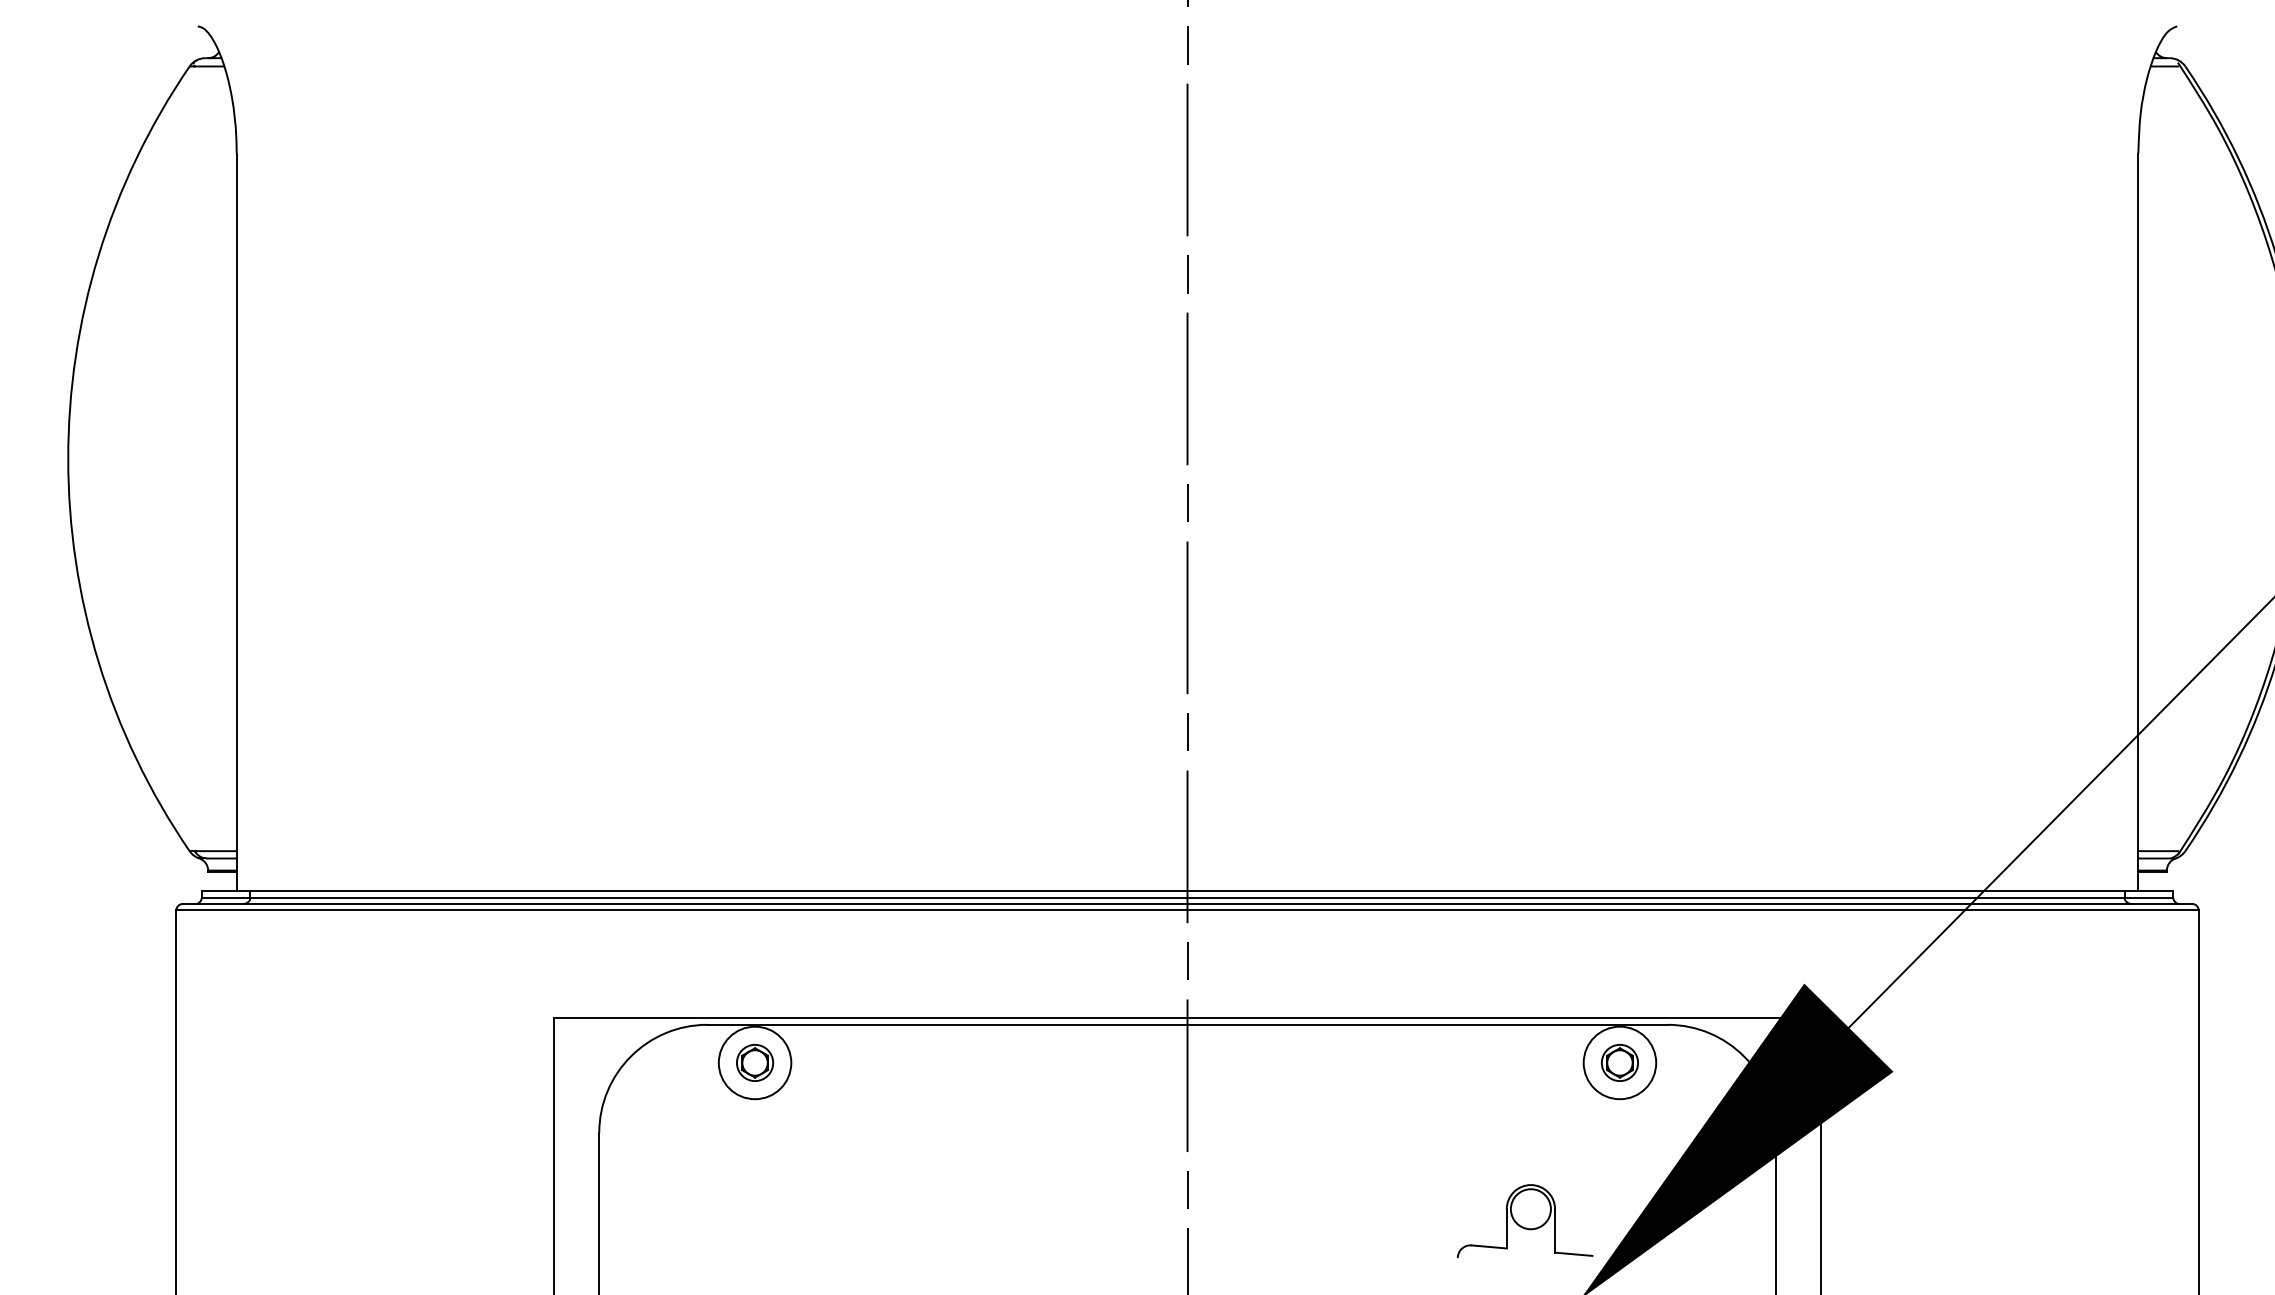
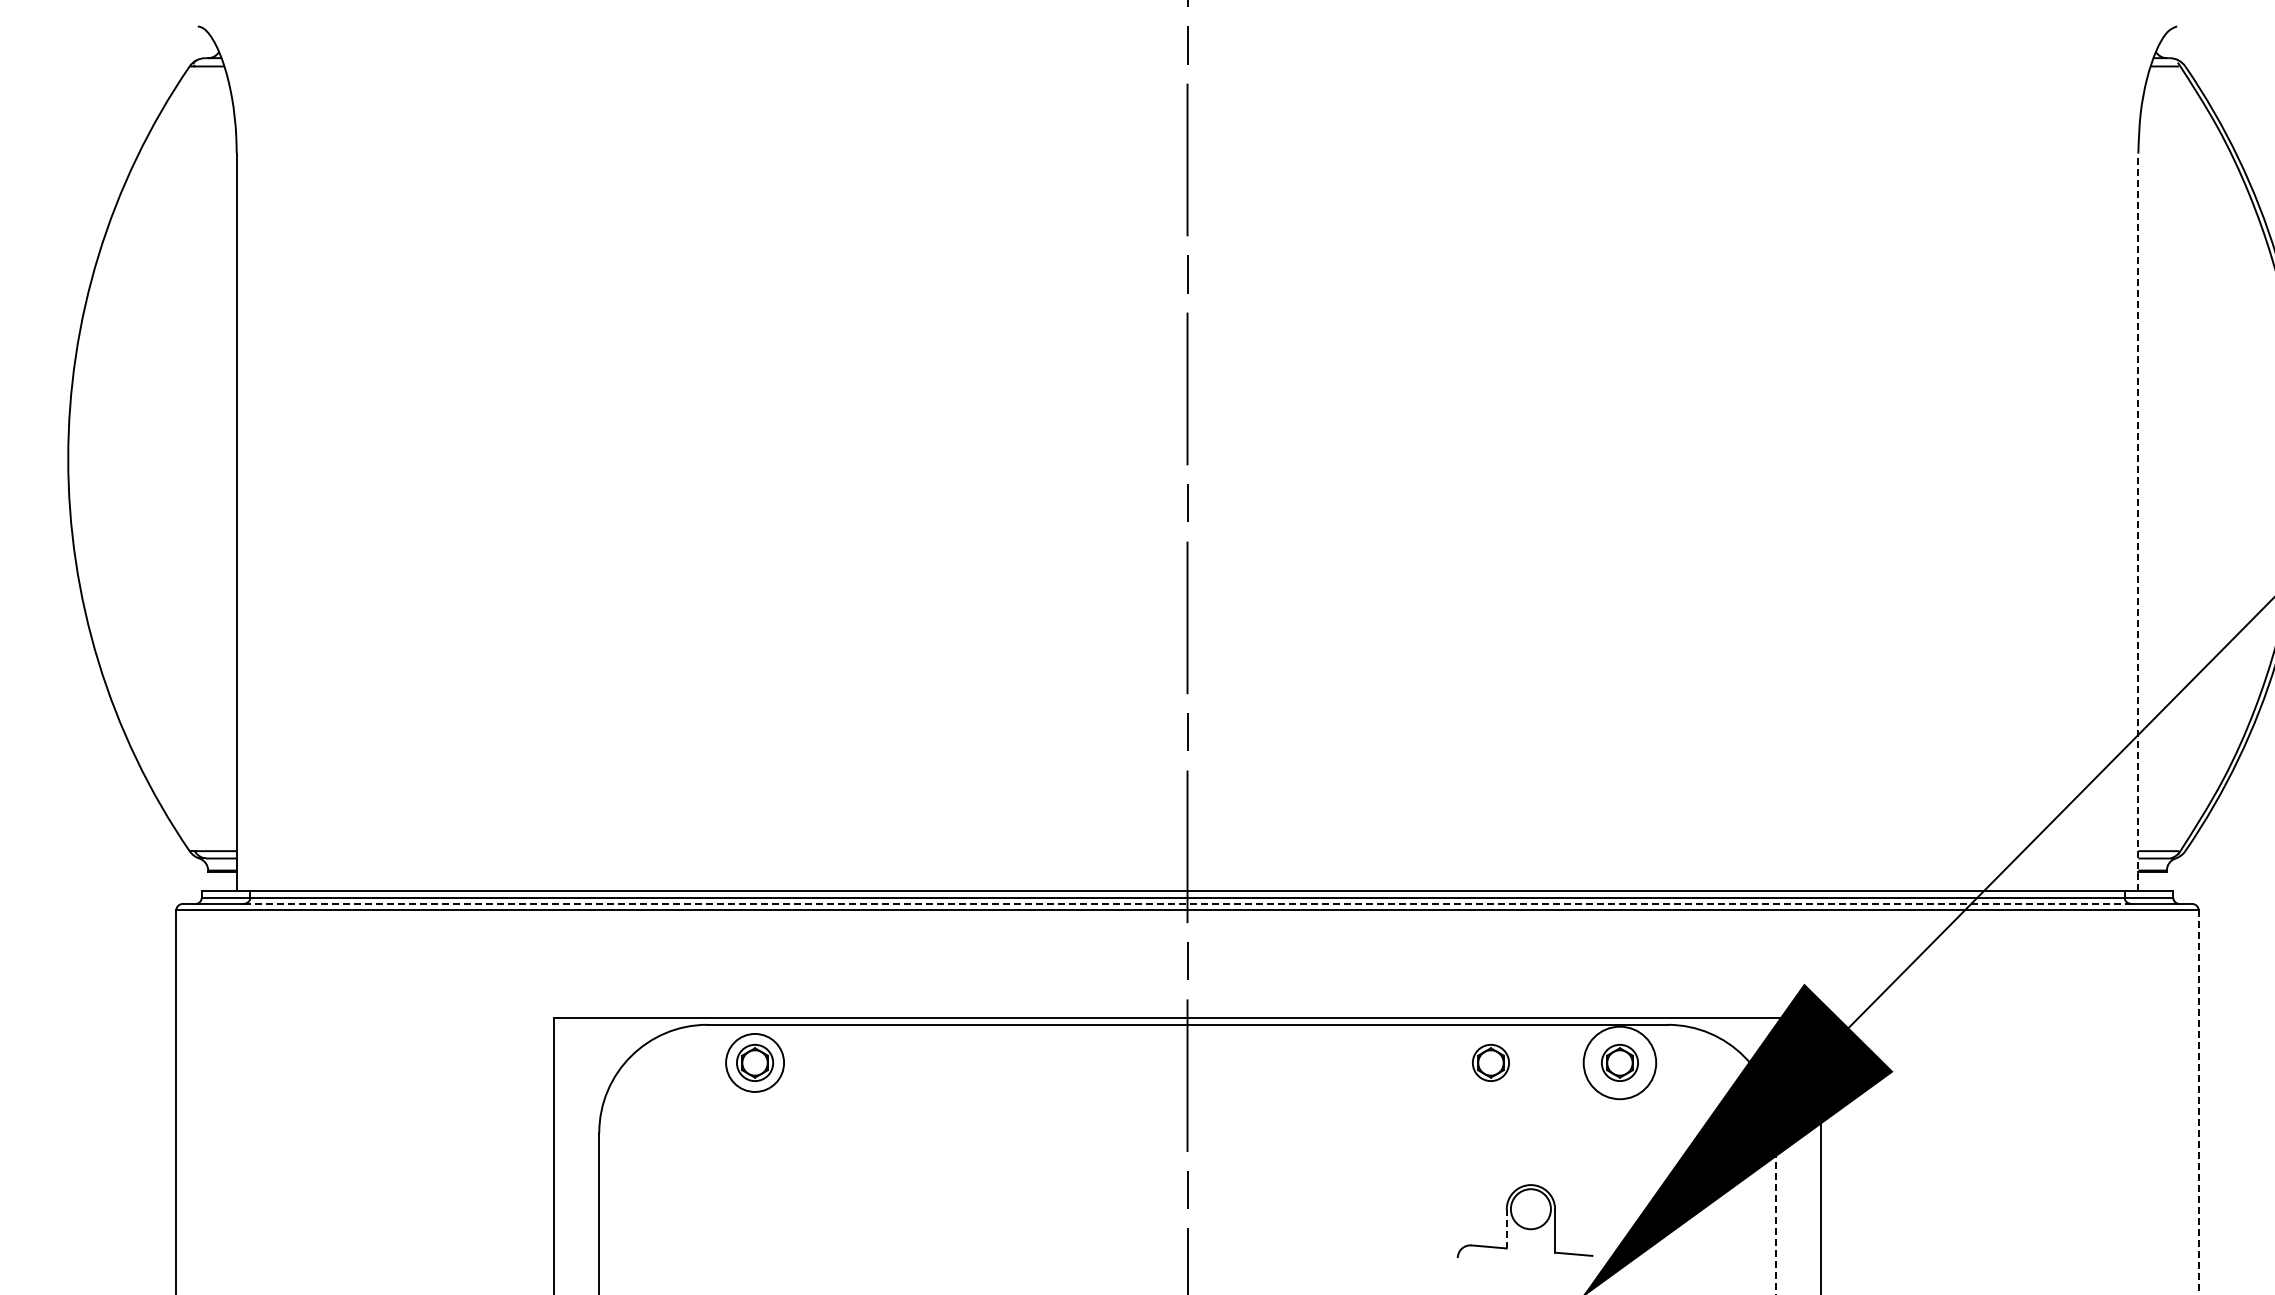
line at (2138, 522): solid -> dashed
line at (1187, 903): solid -> dashed
circle at (754, 1062) diameter: 72 px -> 58 px
part at (1490, 1062): none -> present
line at (2198, 1102): solid -> dashed
line at (1775, 1213): solid -> dashed
line at (1506, 1228): solid -> dashed
